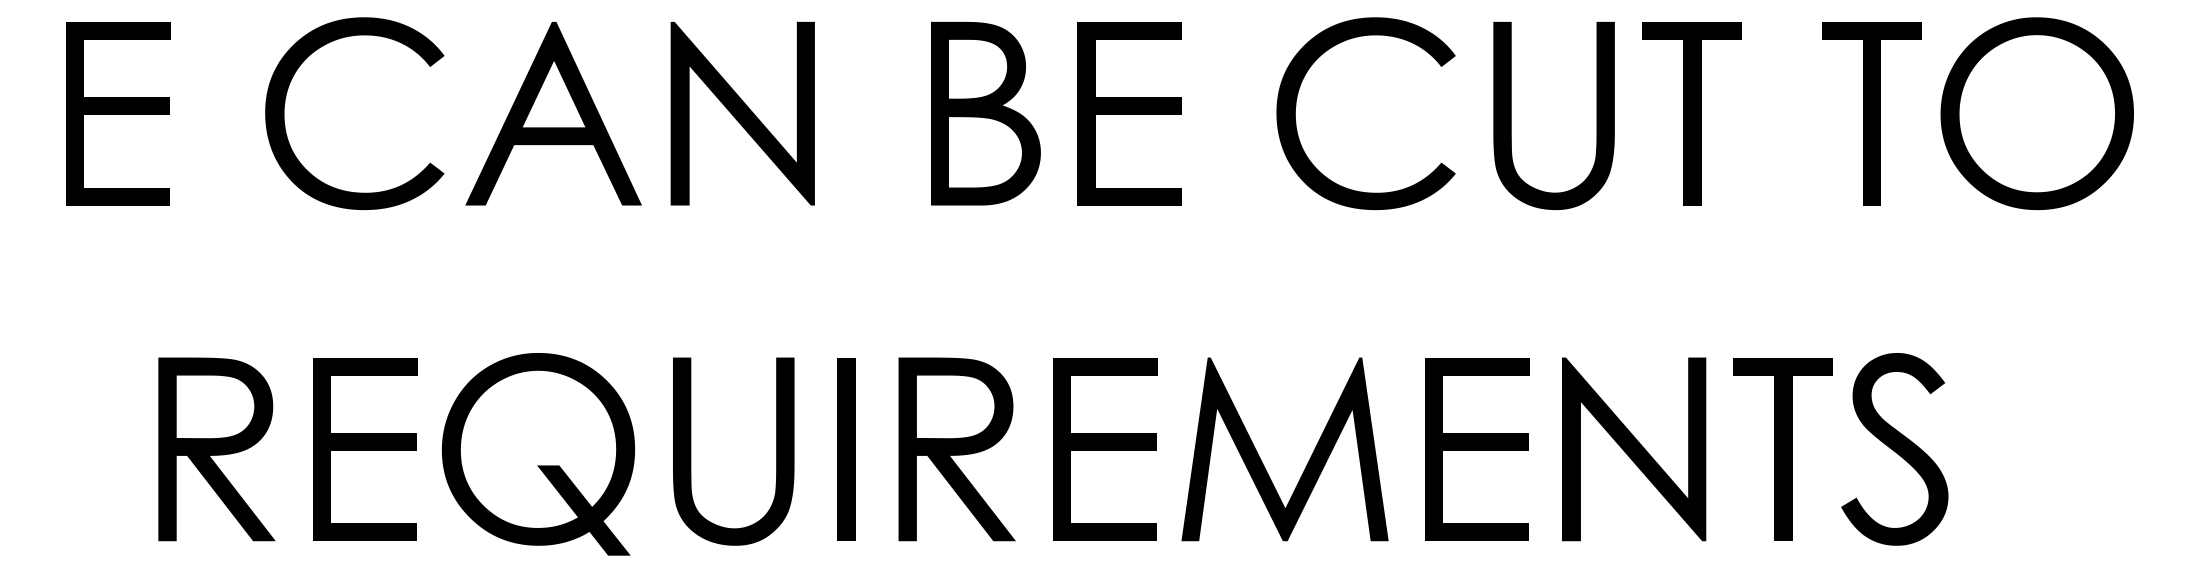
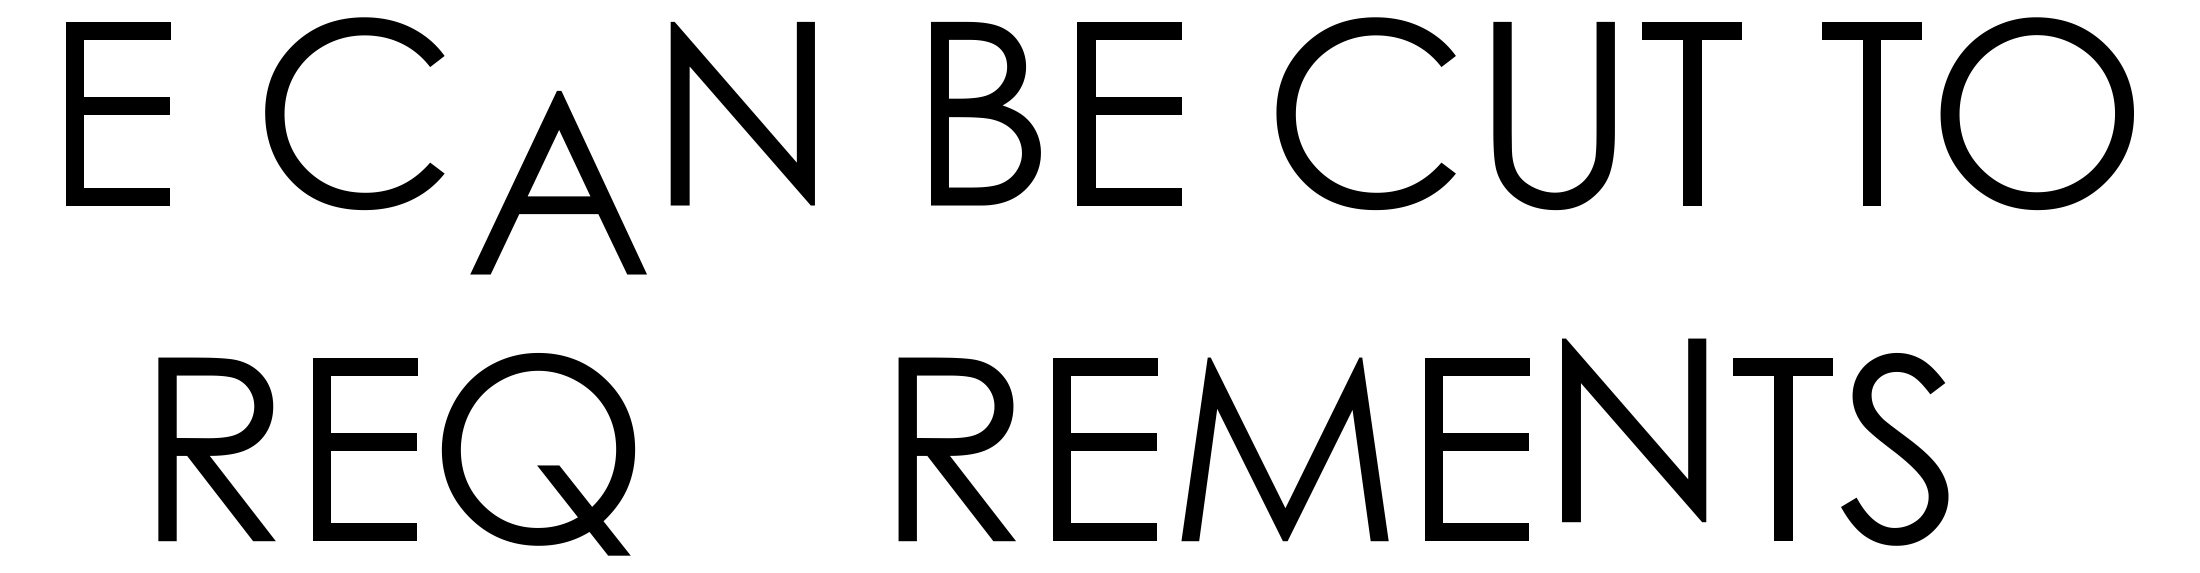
part at (553, 113) position: (553, 113) -> (558, 182)
fill at (846, 449): present -> none
part at (1634, 449) position: (1634, 449) -> (1634, 430)
fill at (733, 451): present -> none
